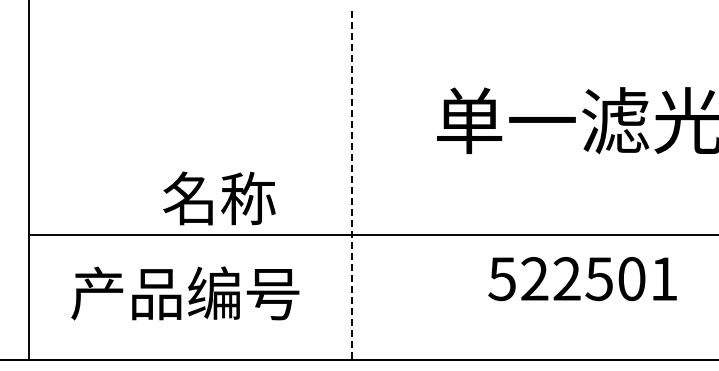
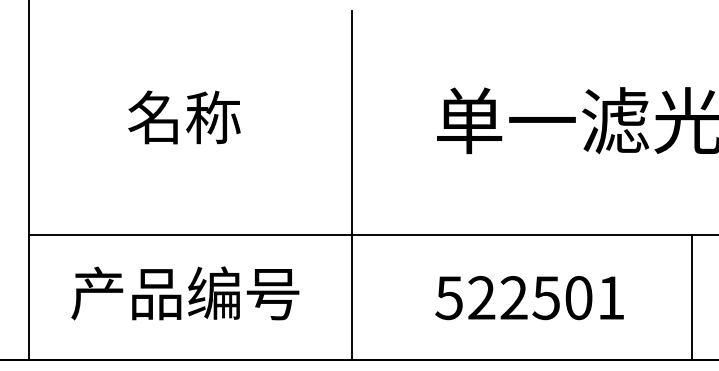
line at (351, 185): dashed -> solid
text at (219, 198) position: (219, 198) -> (184, 117)
text at (582, 279) position: (582, 279) -> (529, 298)
line at (692, 297): none -> present
